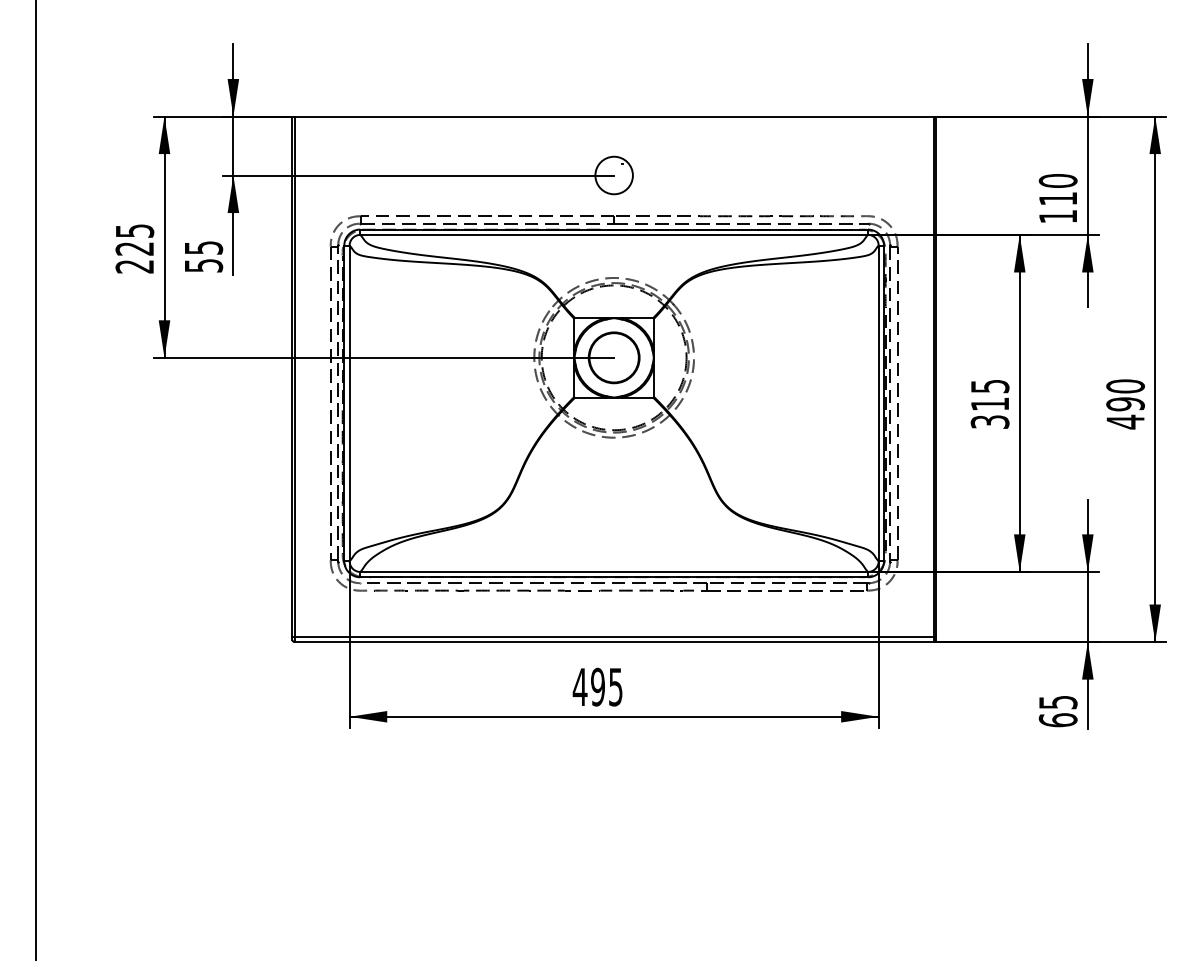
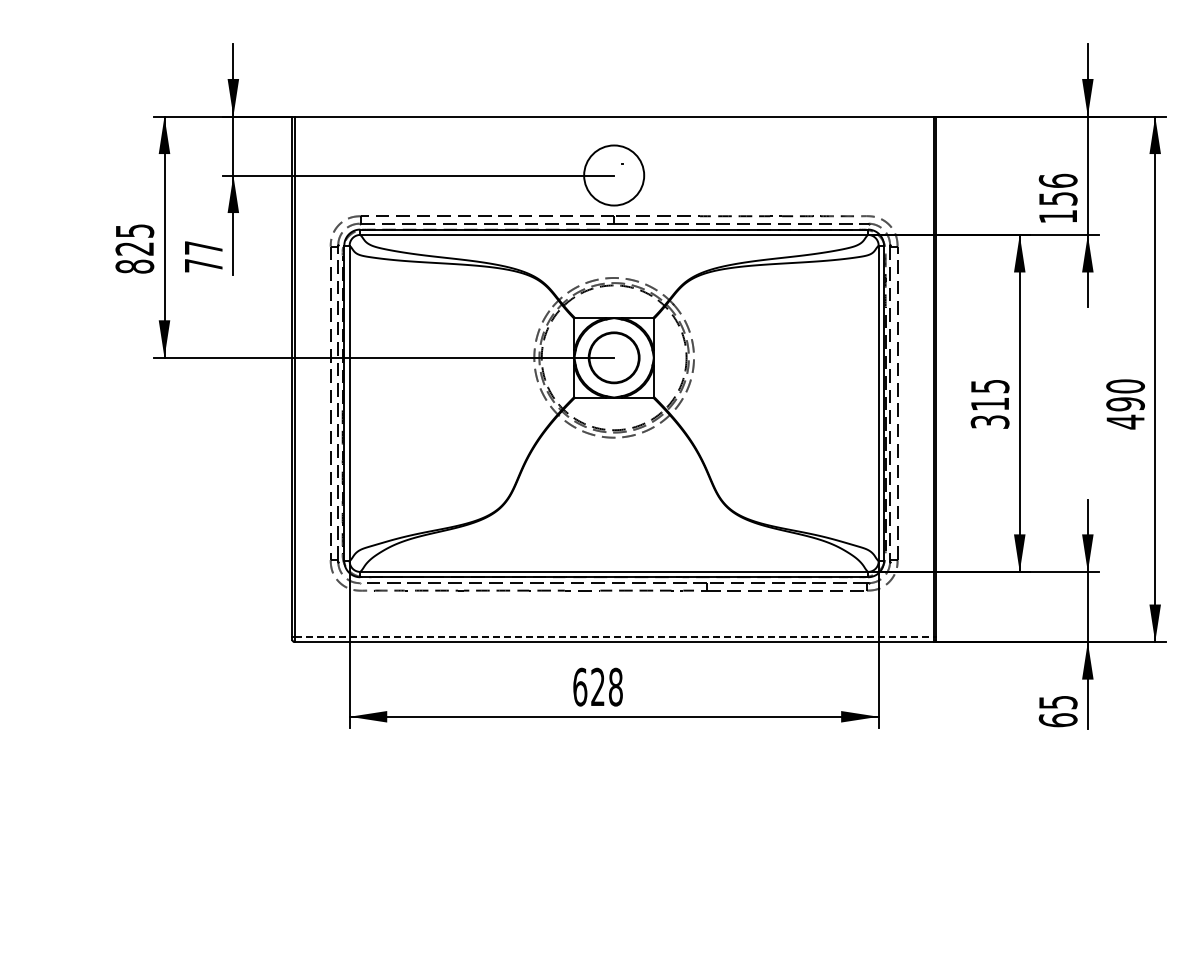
circle at (613, 175) diameter: 38 px -> 60 px
text at (1057, 189): 110 -> 156
text at (204, 256): 55 -> 77
text at (134, 266): 225 -> 825
line at (36, 479): present -> none
line at (614, 636): solid -> dashed
text at (597, 686): 495 -> 628
